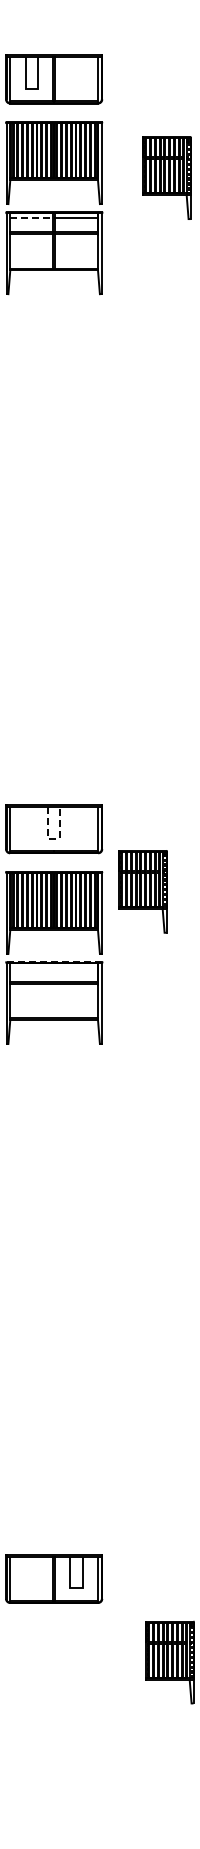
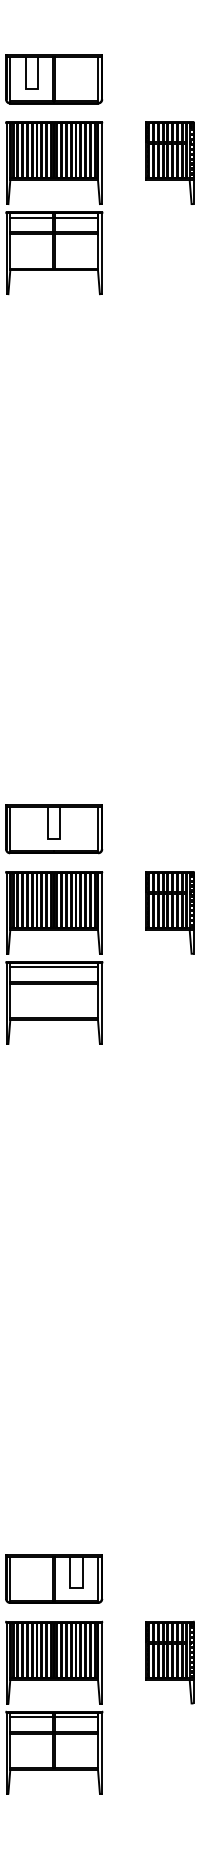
part at (166, 177) position: (166, 177) -> (169, 162)
line at (31, 217): dashed -> solid
line at (54, 838): dashed -> solid
part at (142, 891) position: (142, 891) -> (169, 912)
line at (54, 961): dashed -> solid
line at (53, 967): none -> present
part at (54, 1707): none -> present
